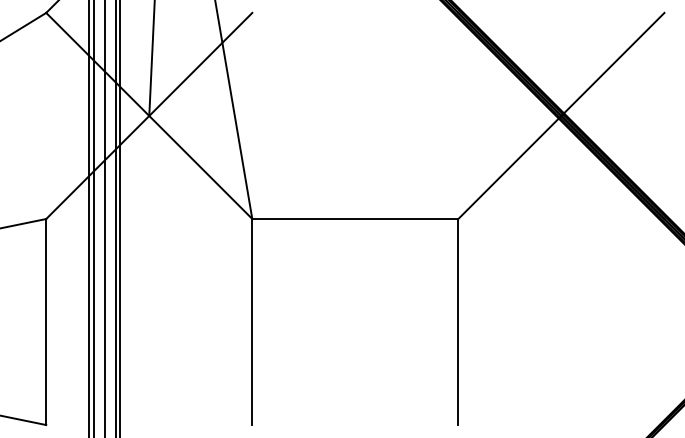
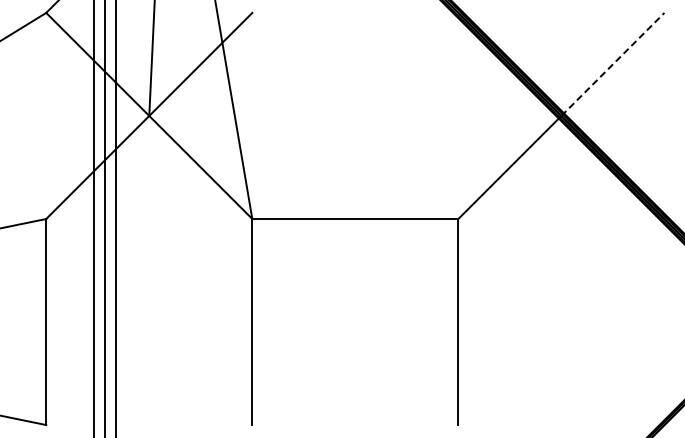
line at (612, 64): solid -> dashed
line at (88, 218): present -> none
line at (120, 218): present -> none
